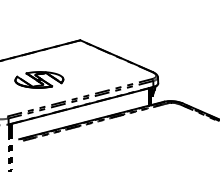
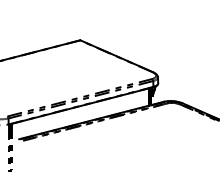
part at (39, 79): present -> none
